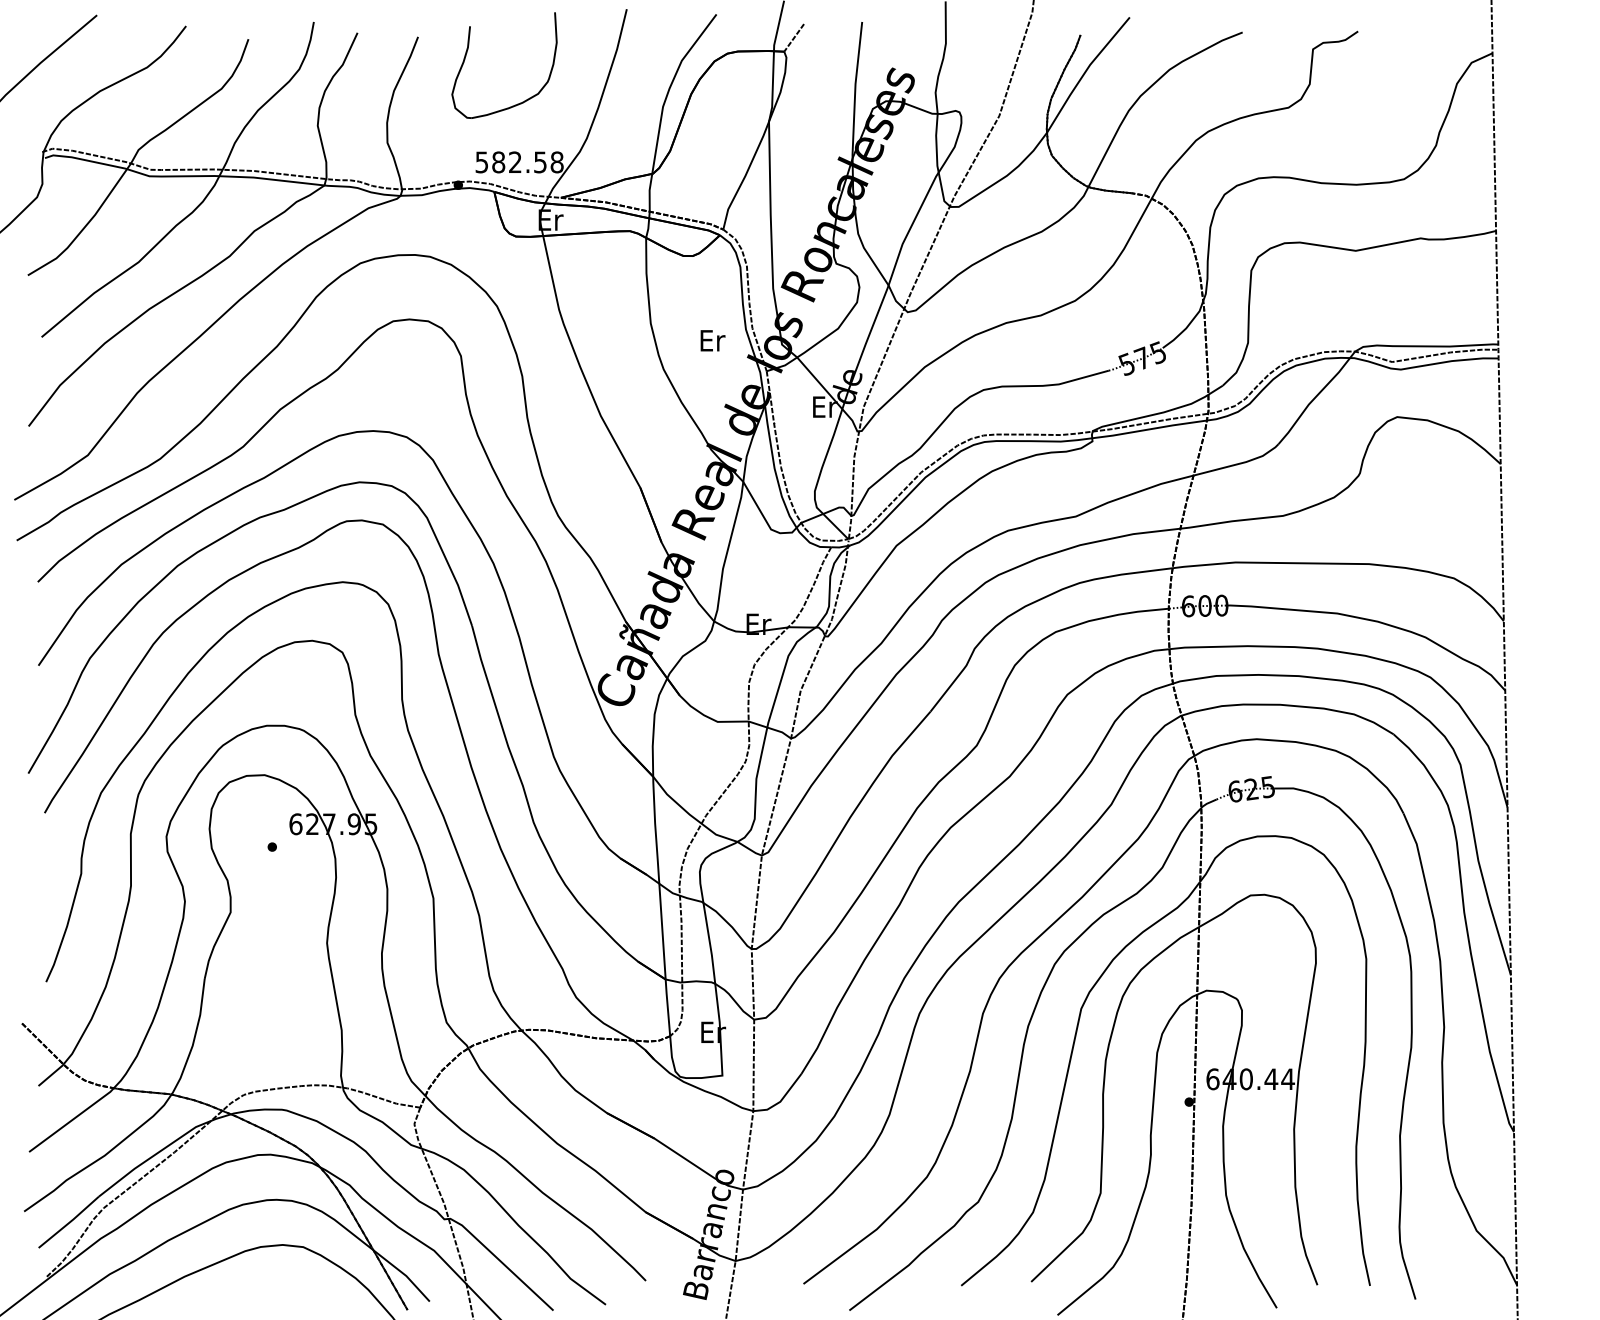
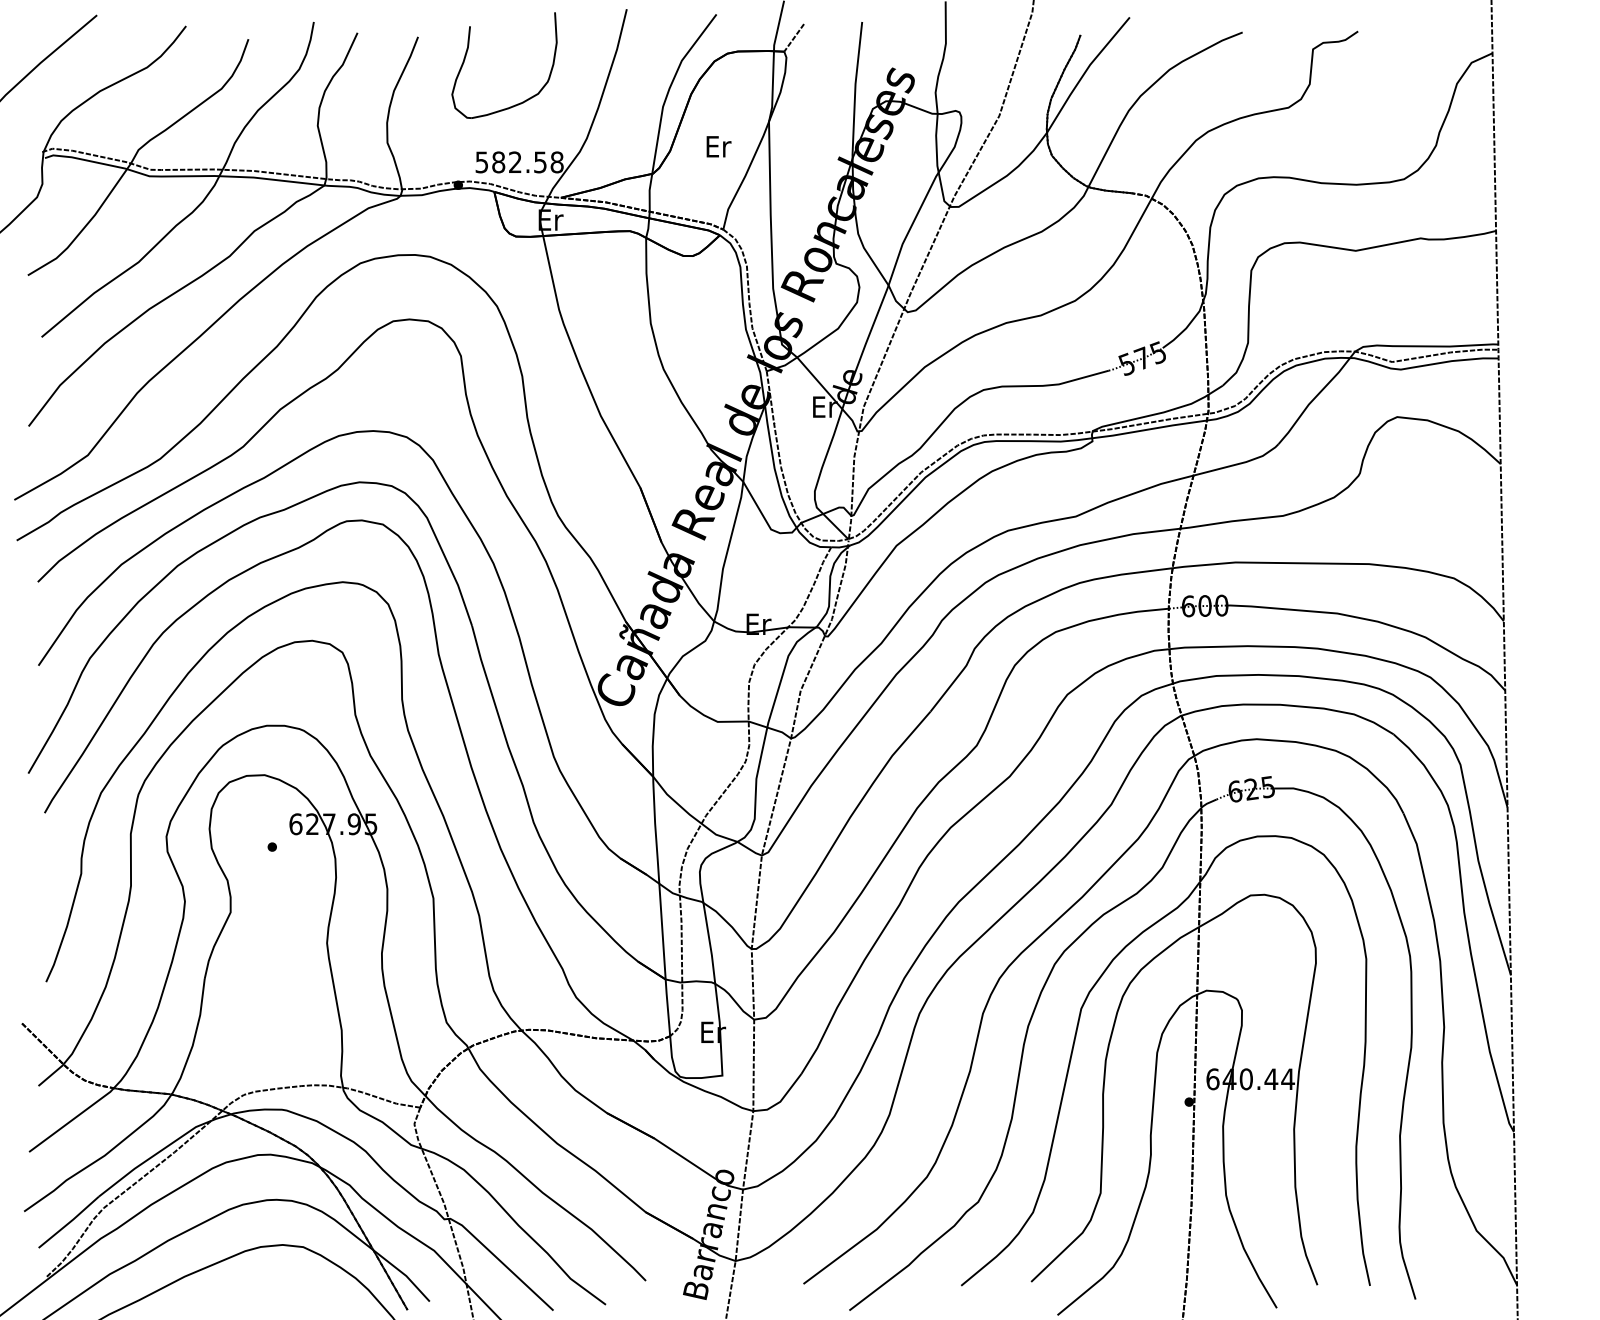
text at (712, 340) position: (712, 340) -> (718, 146)
